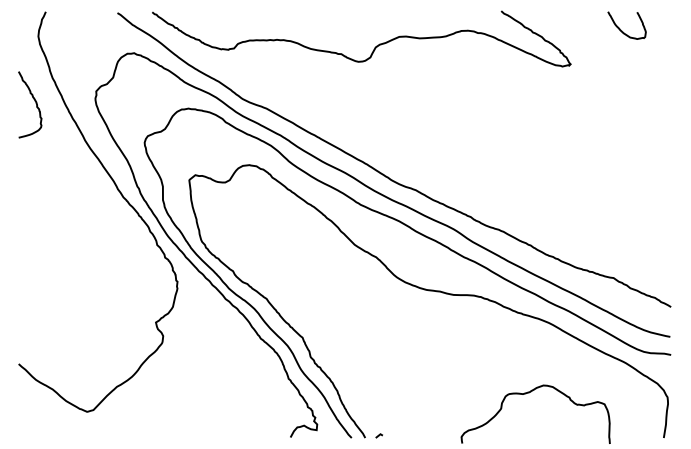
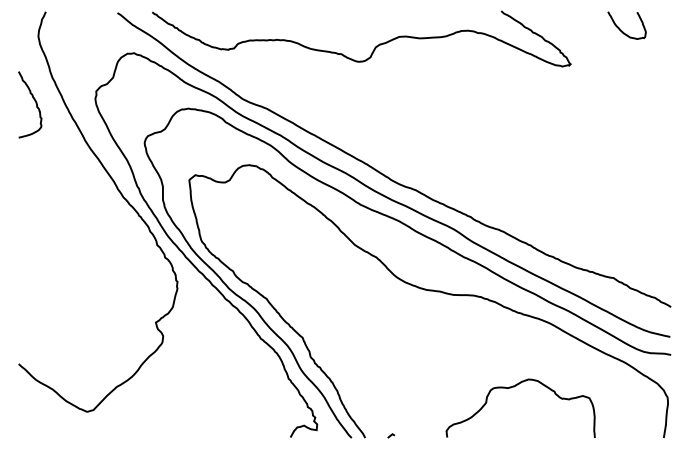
curve at (529, 393) position: (529, 393) -> (514, 387)
line at (378, 435) position: (378, 435) -> (390, 435)
